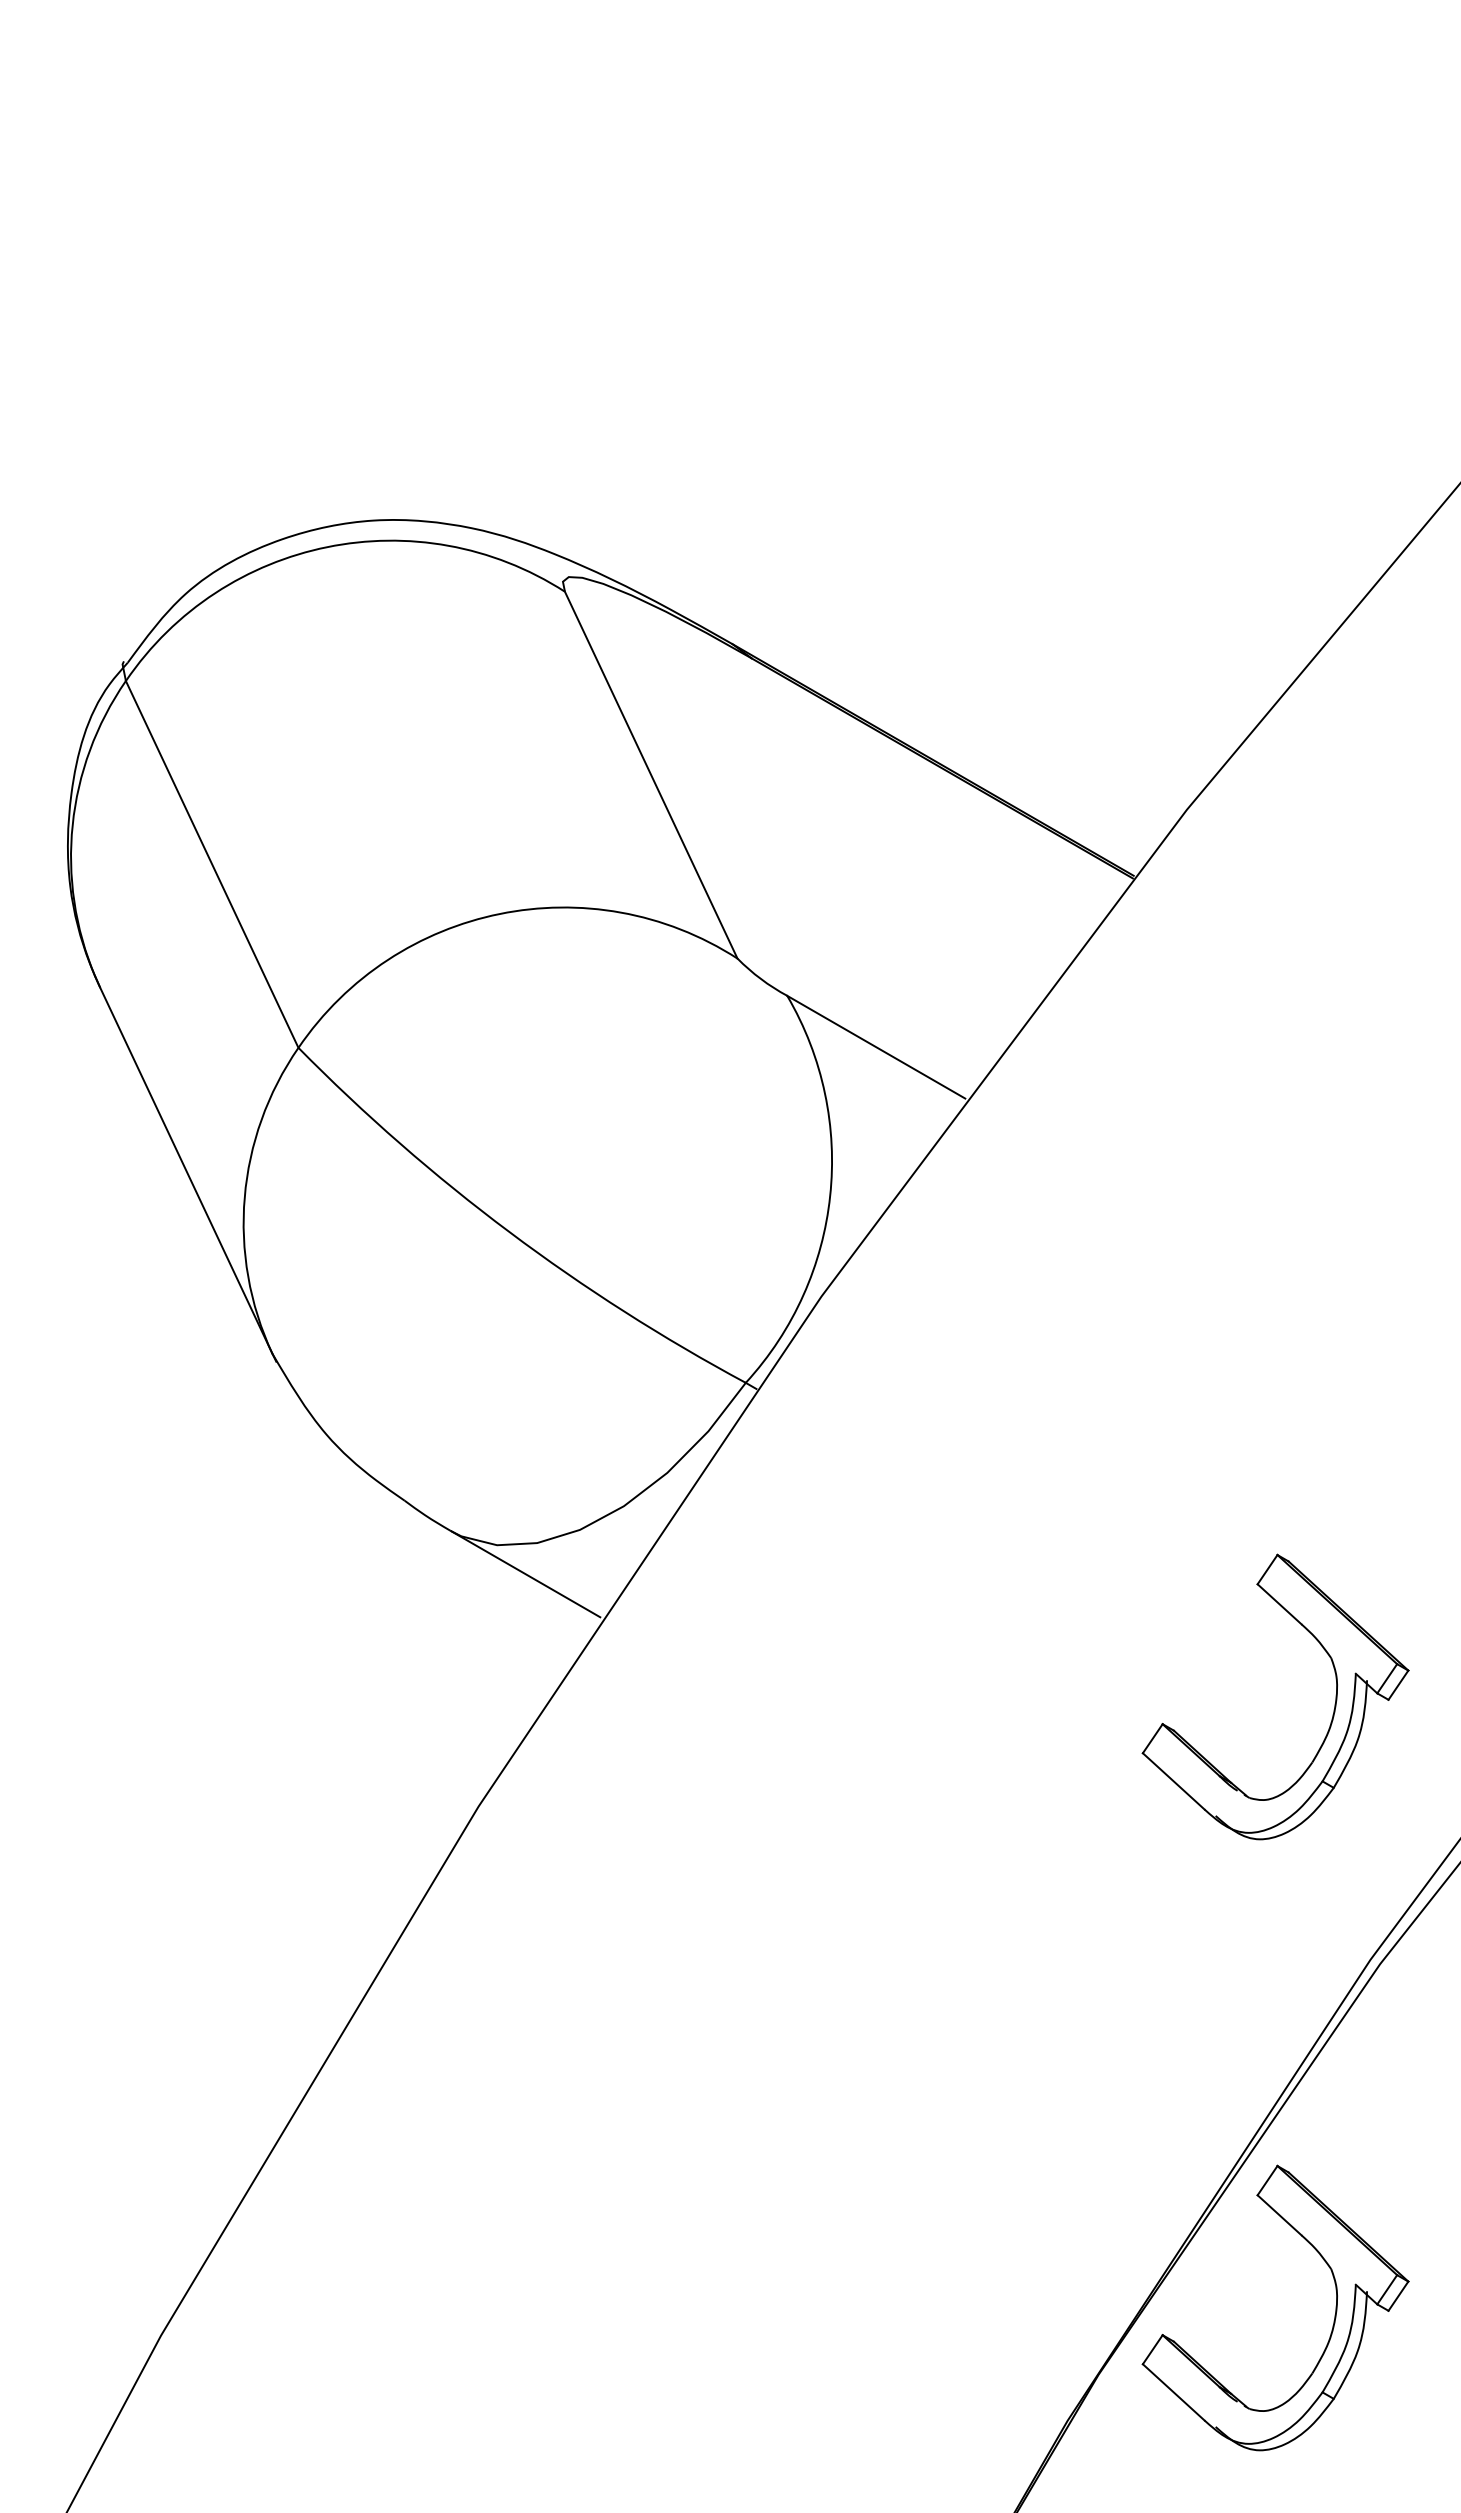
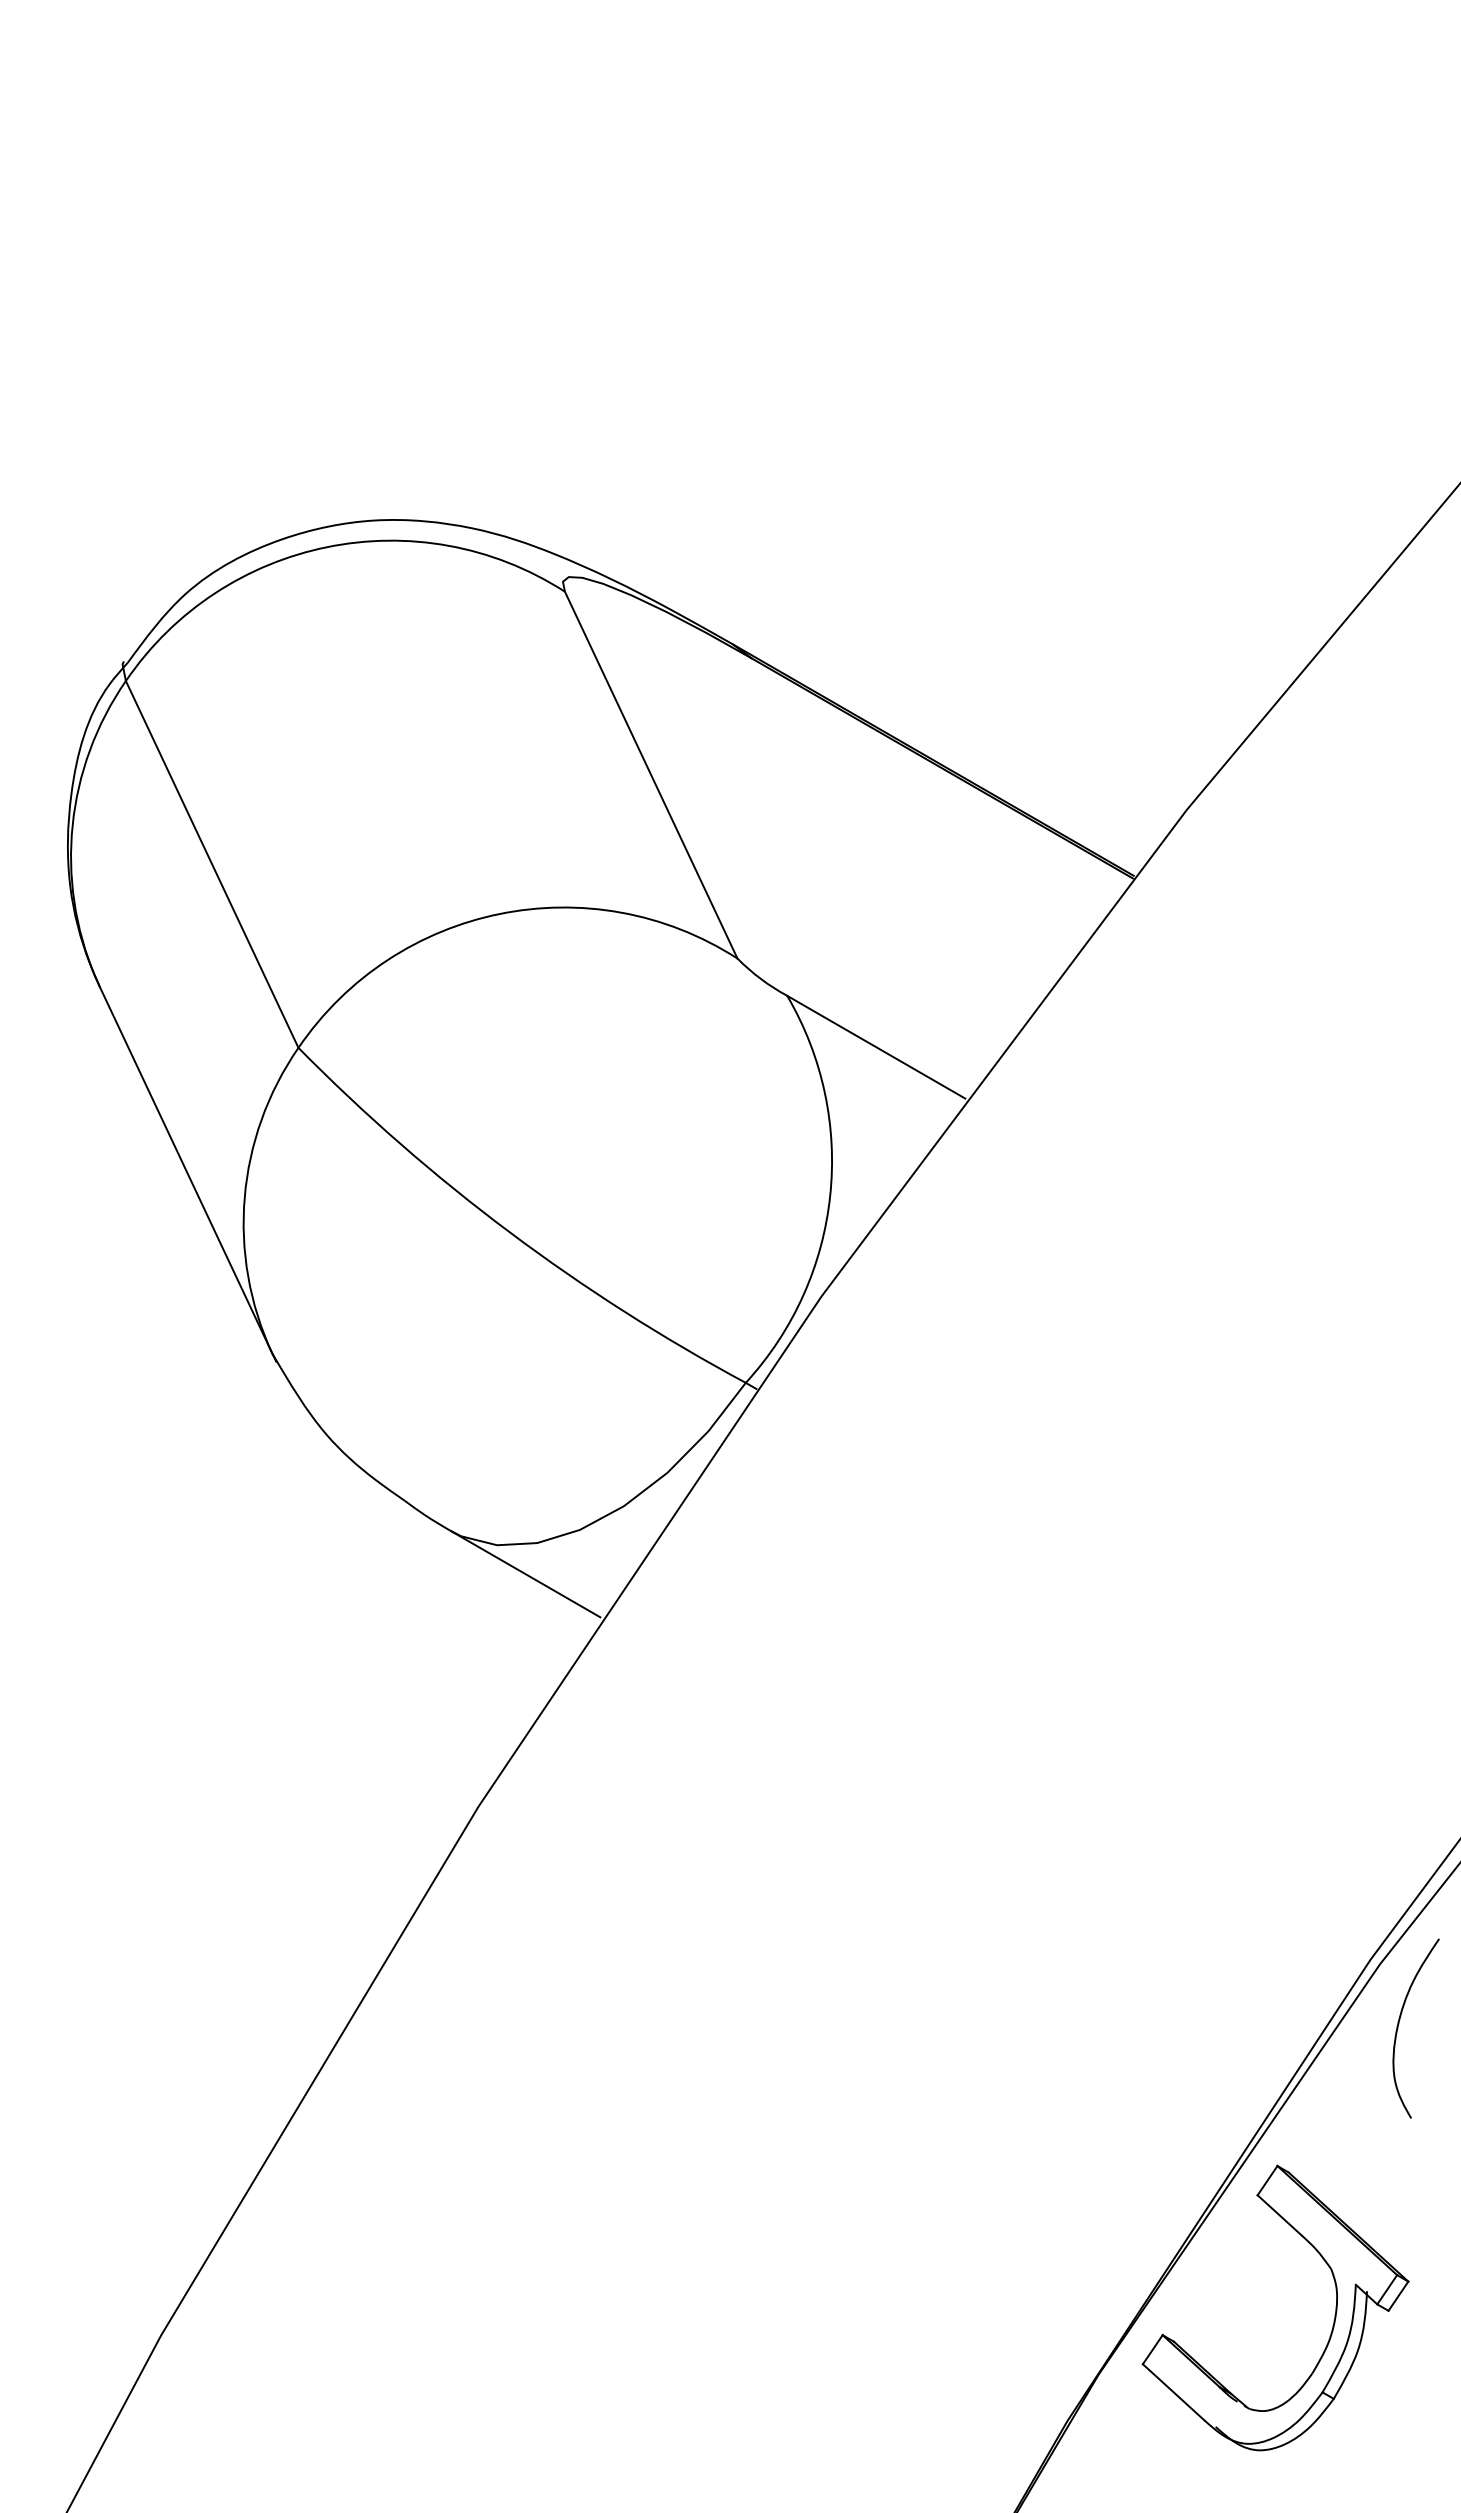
part at (1333, 1709): present -> none
curve at (1399, 2024): none -> present
